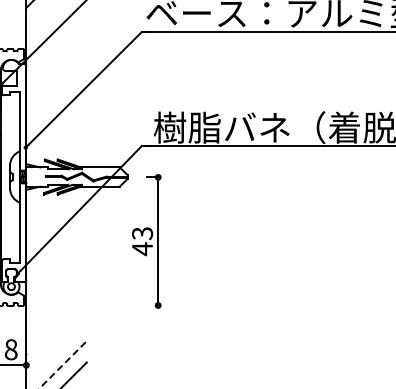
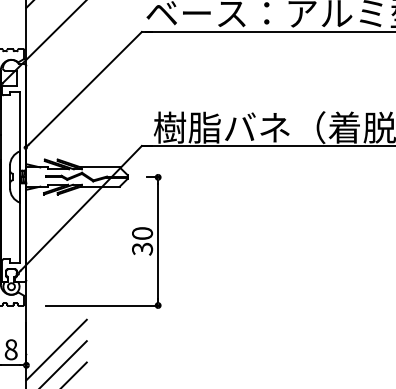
text at (142, 241): 43 -> 30
line at (101, 305): none -> present
line at (56, 349): none -> present
line at (62, 365): dashed -> solid
